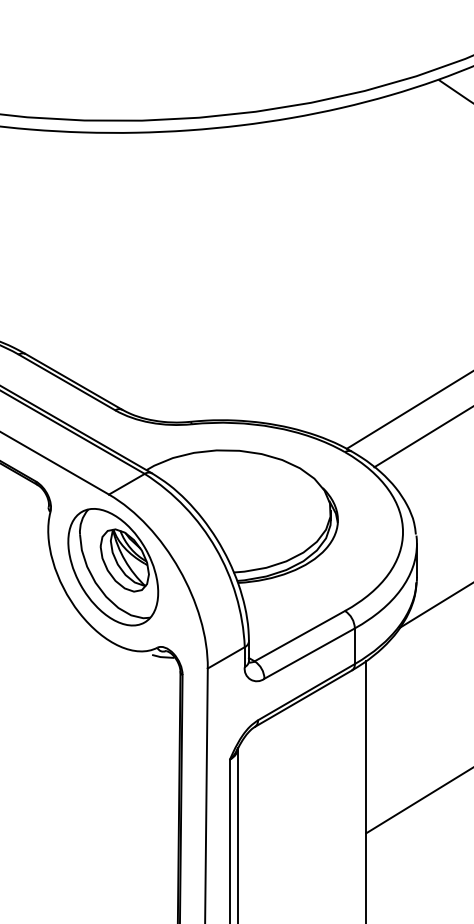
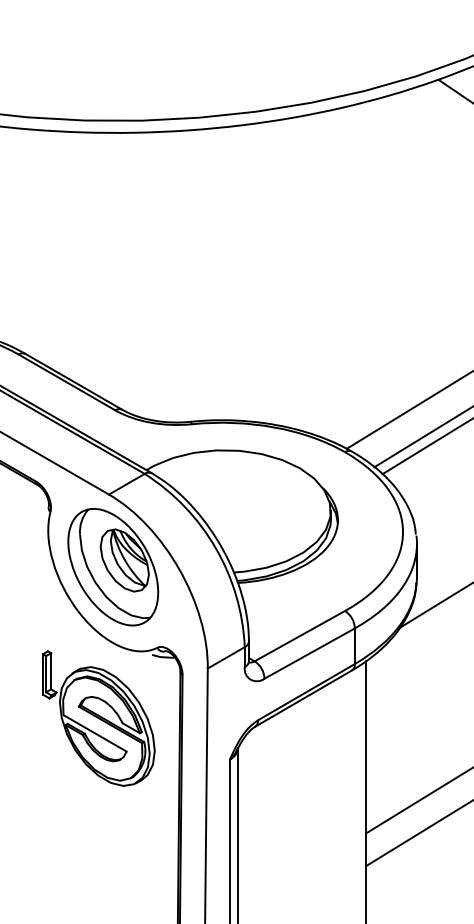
line at (426, 447): none -> present
part at (98, 718): none -> present
line at (418, 834): none -> present
